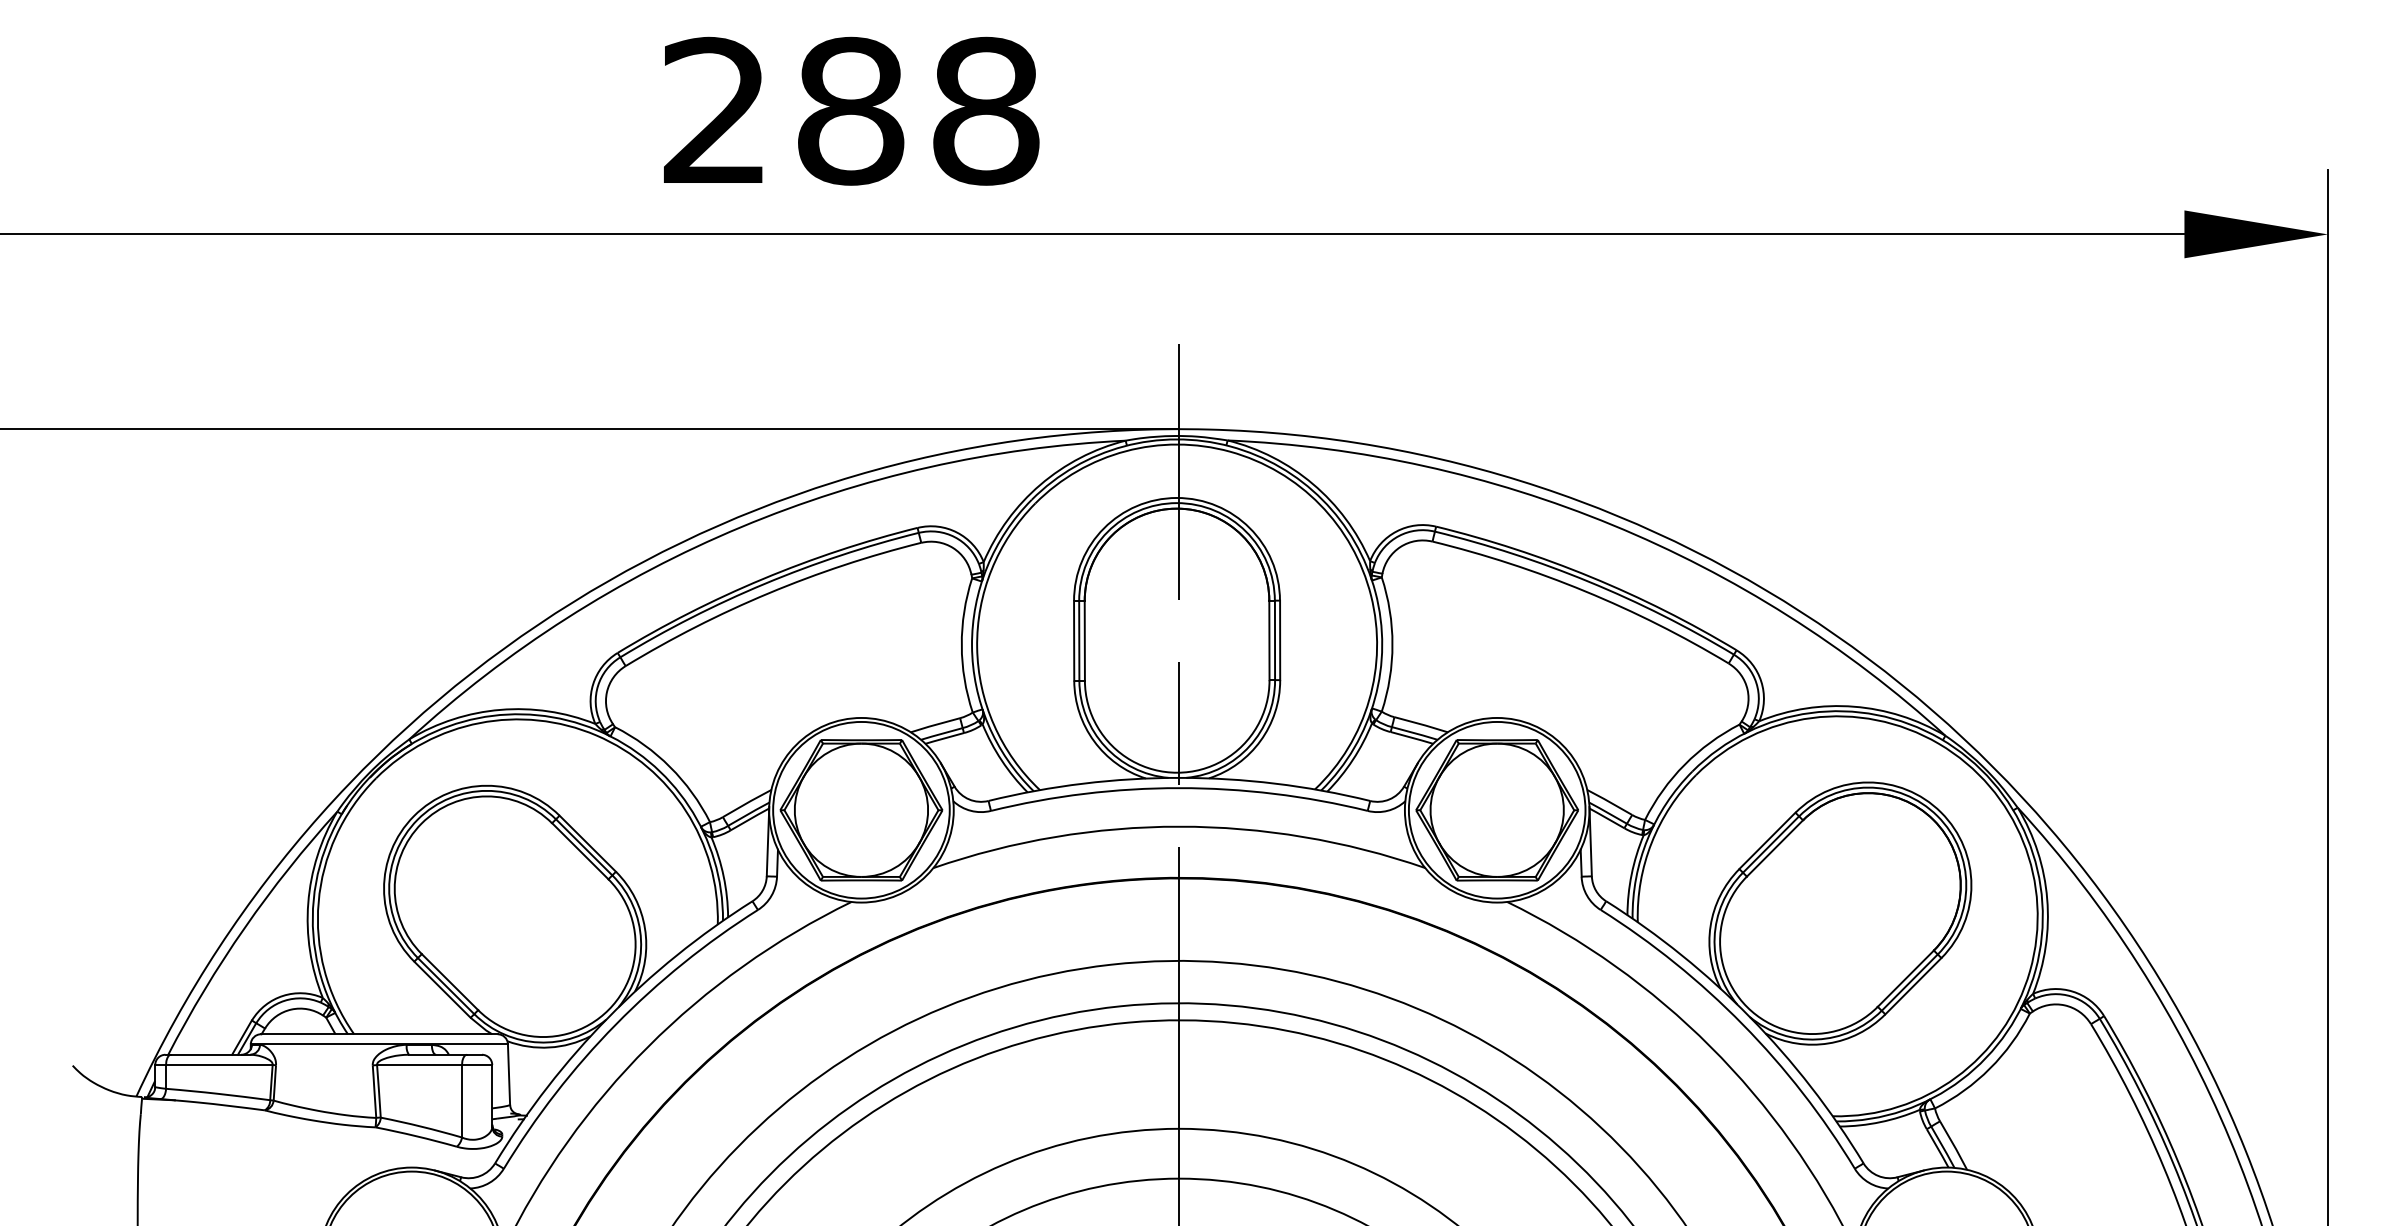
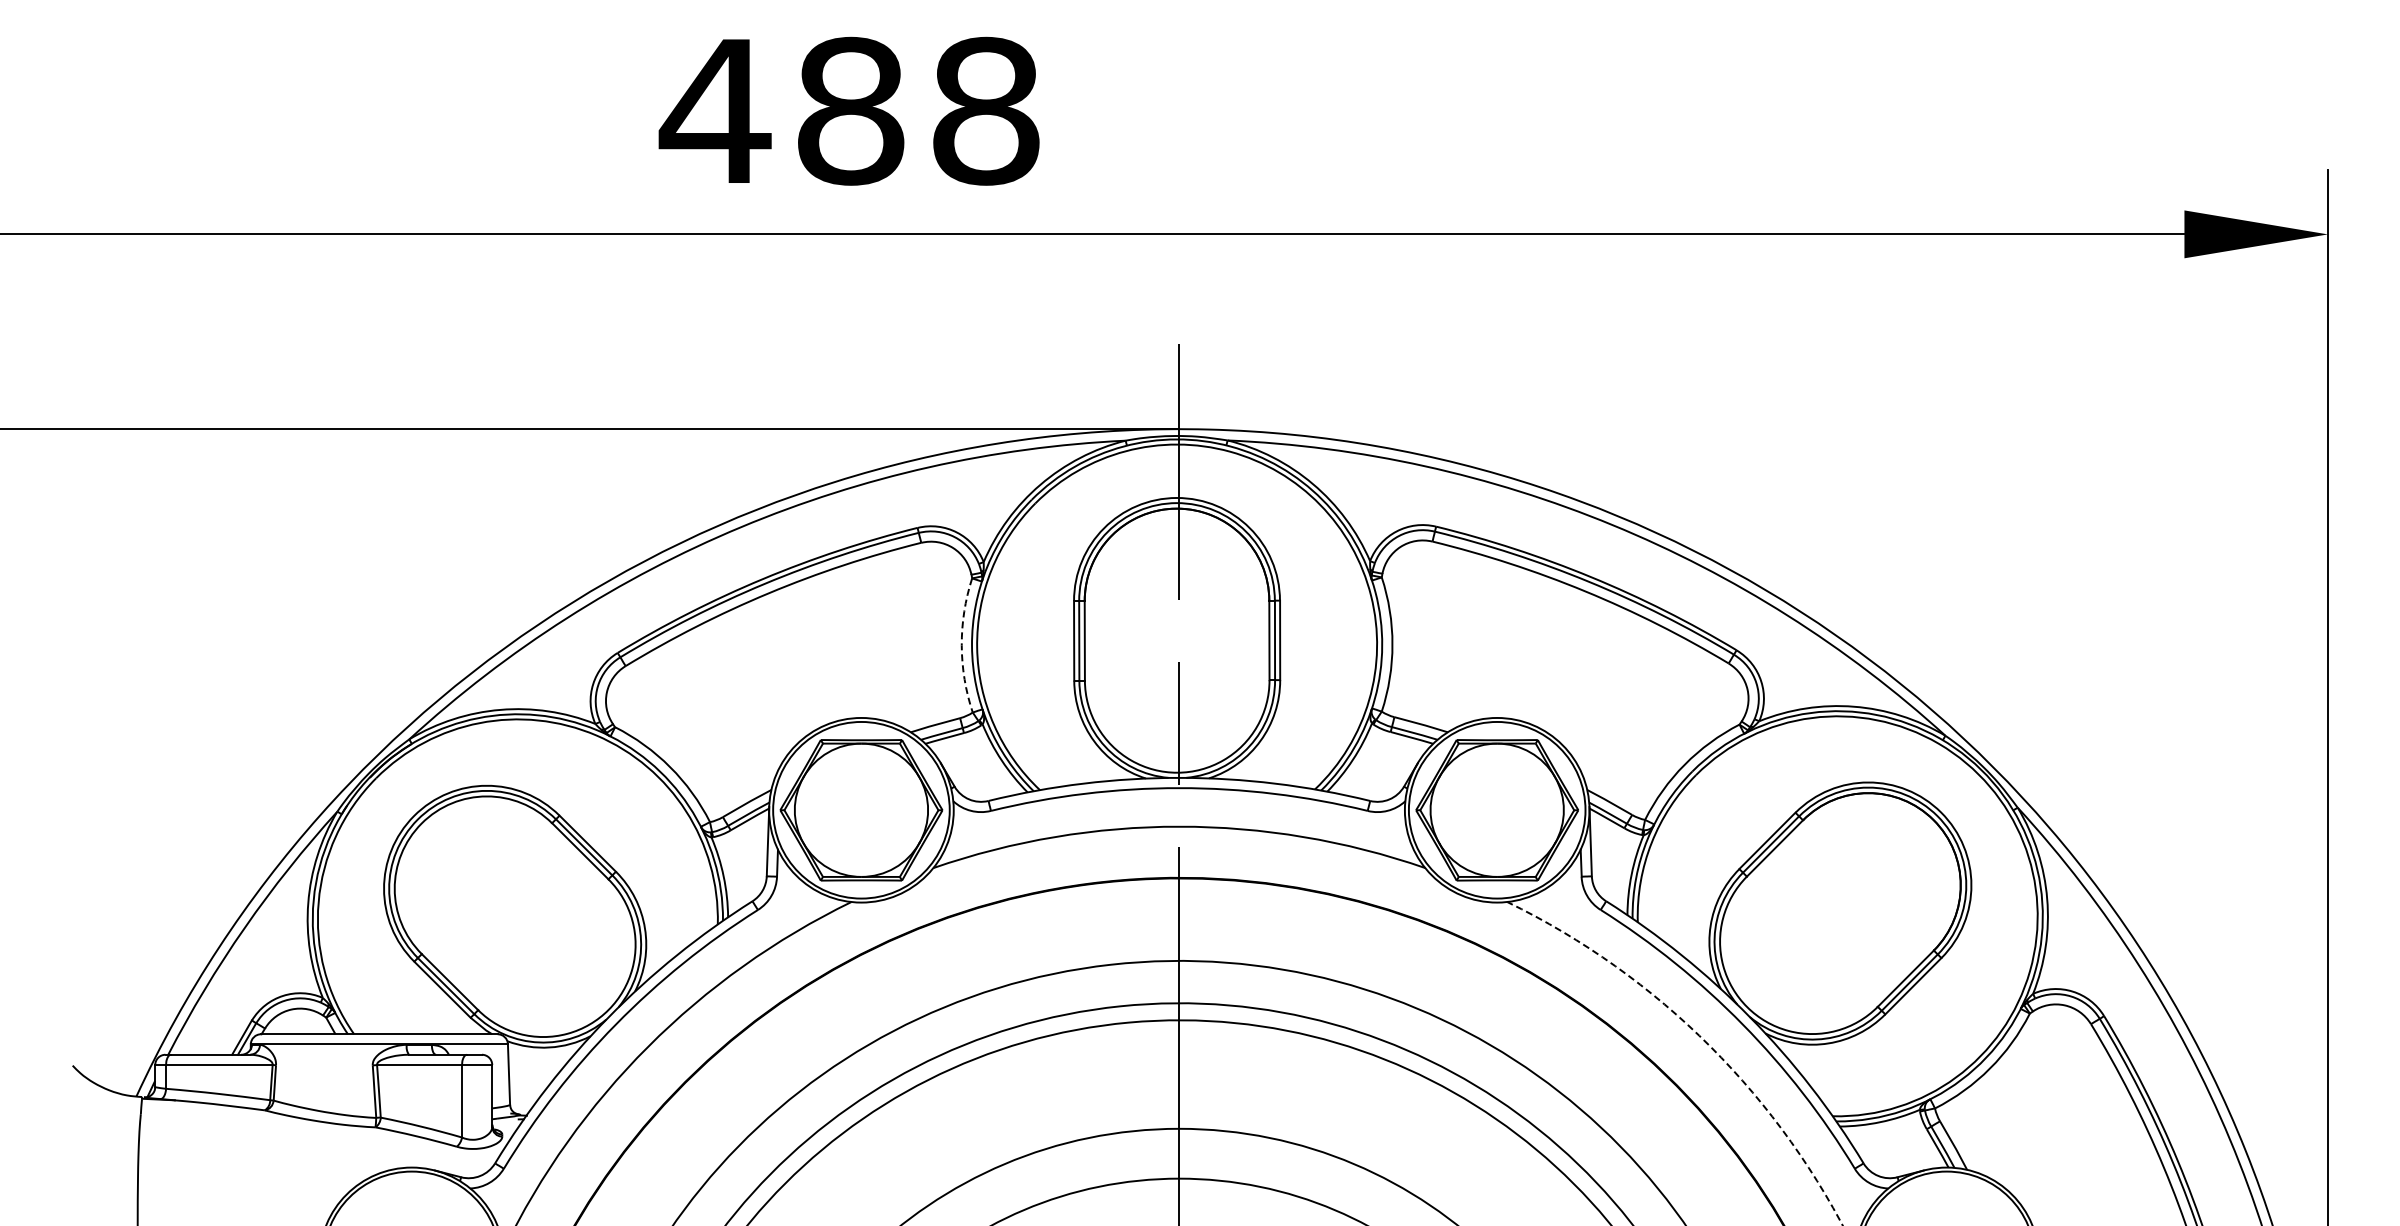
text at (714, 109): 288 -> 488
arc at (961, 645): solid -> dashed
arc at (1700, 1037): solid -> dashed
